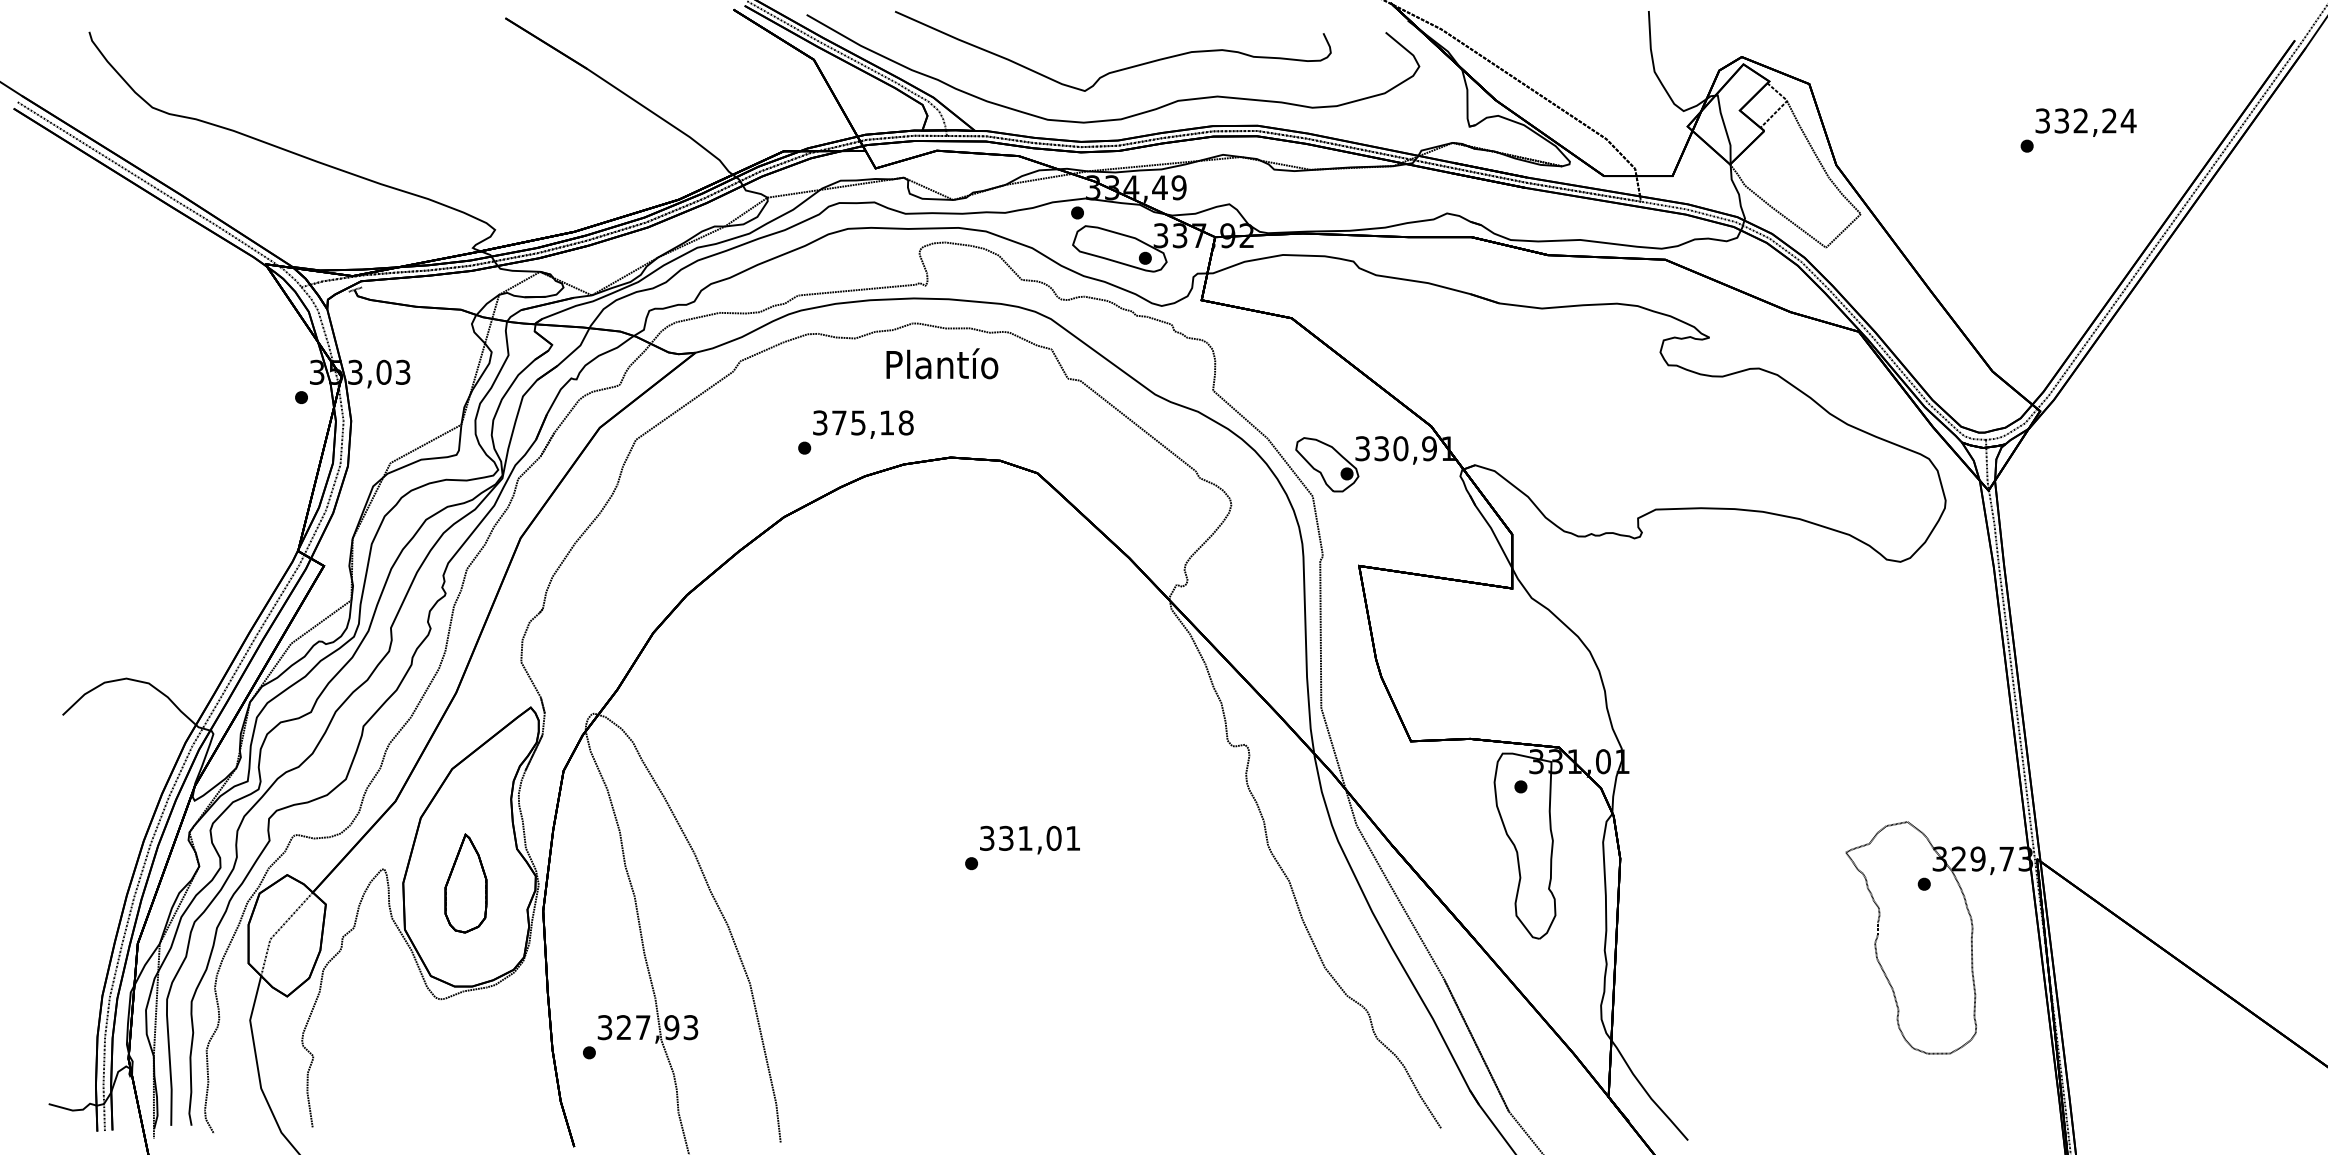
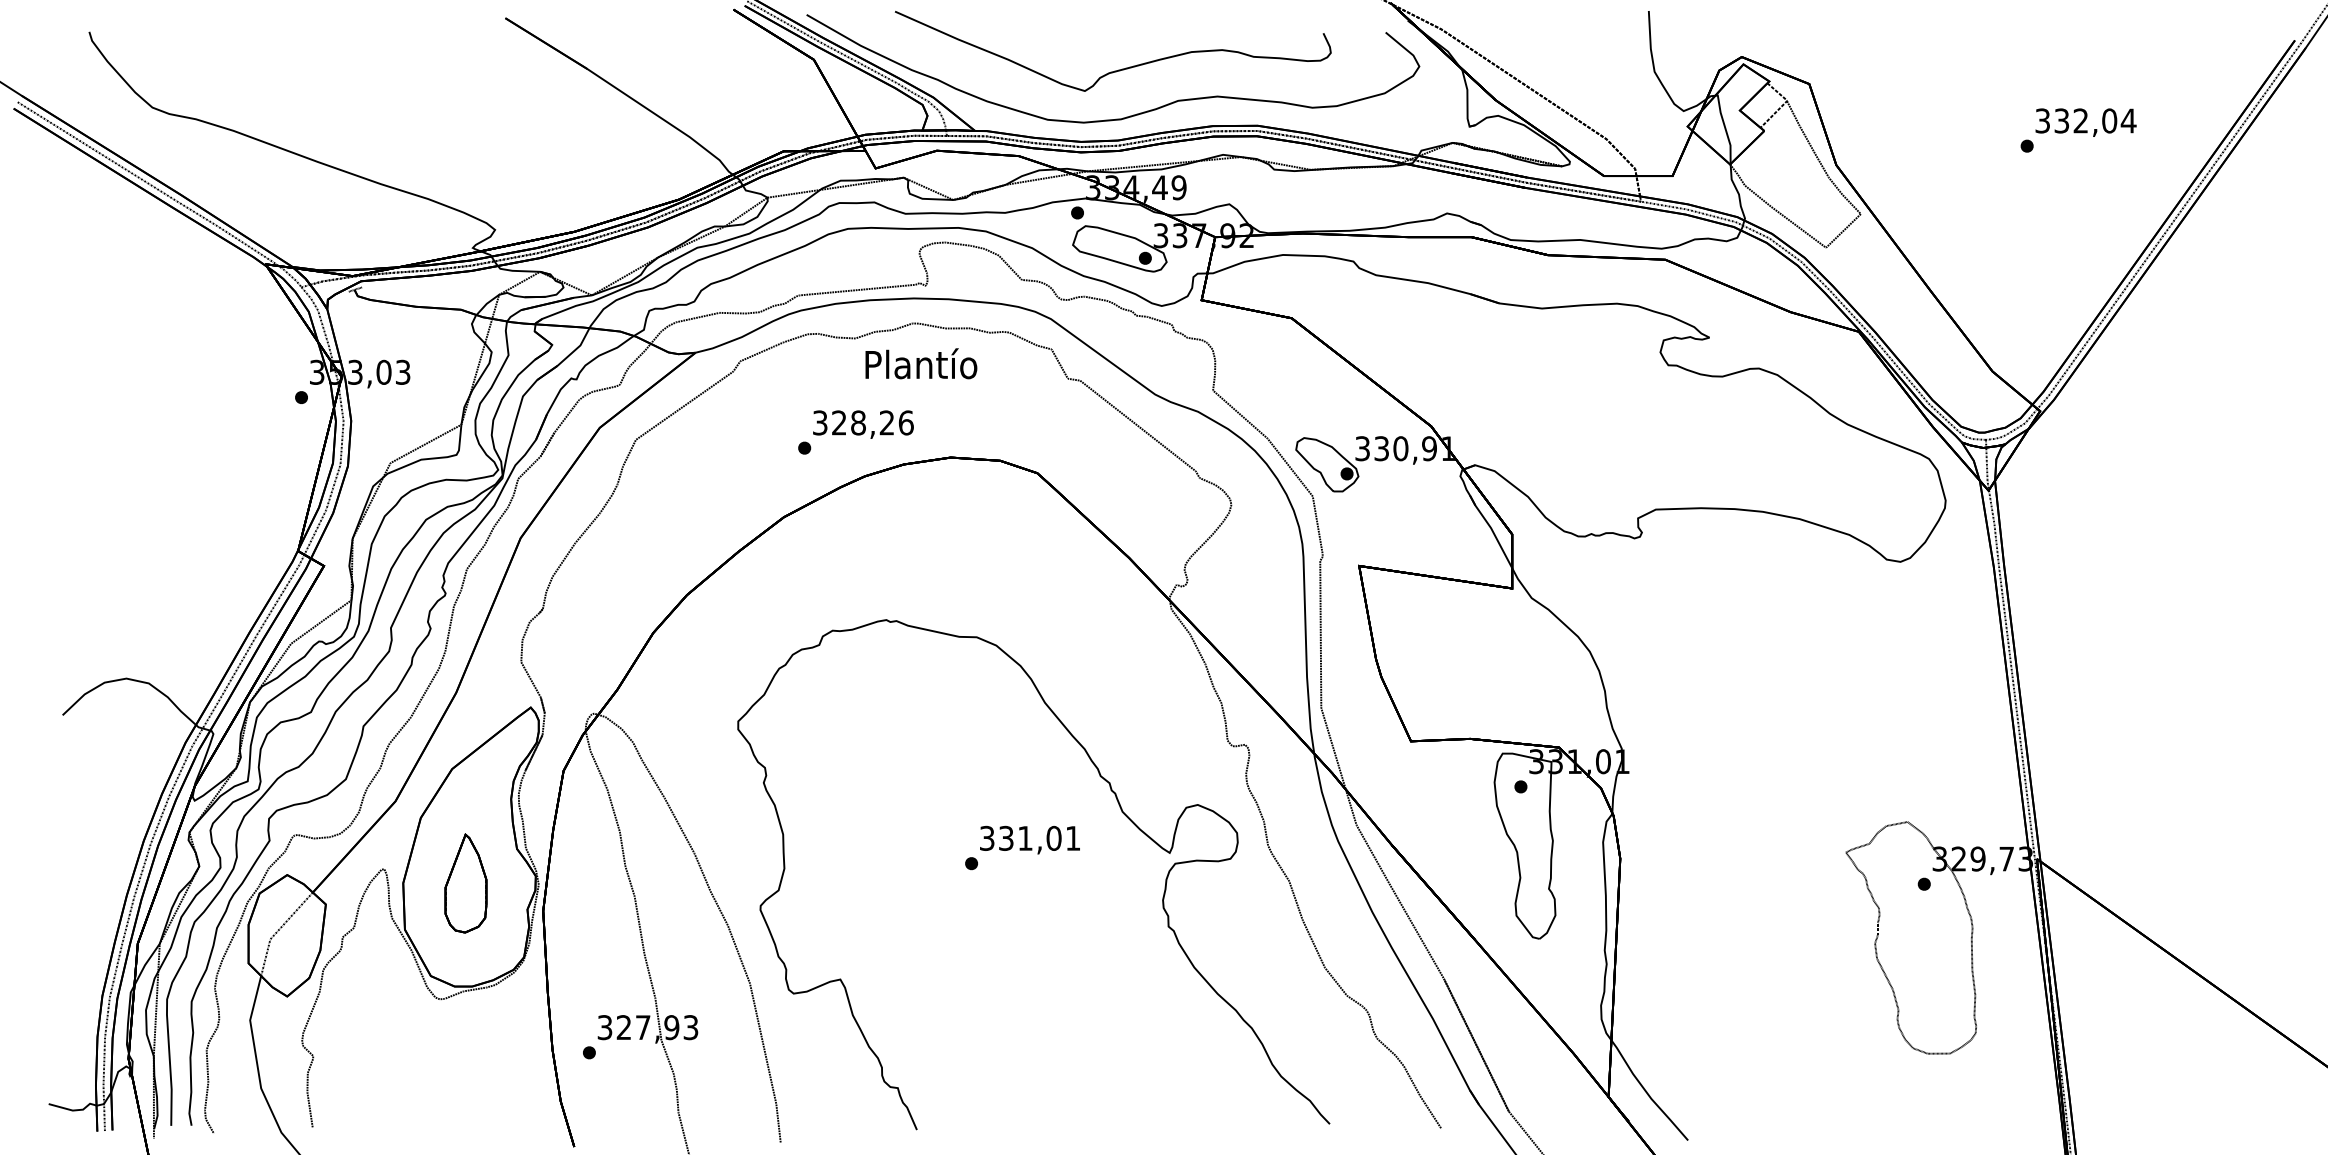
text at (2109, 120): 332,24 -> 332,04
text at (942, 363) position: (942, 363) -> (921, 363)
text at (872, 422): 375,18 -> 328,26
curve at (1121, 812): none -> present
